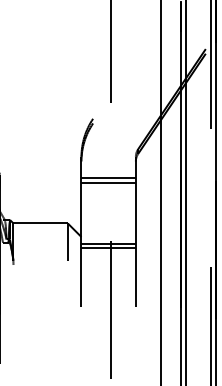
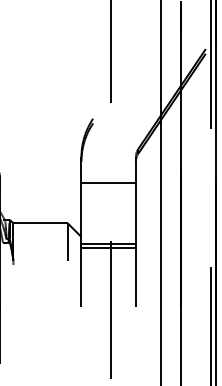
line at (108, 178): present -> none
line at (185, 192): present -> none
